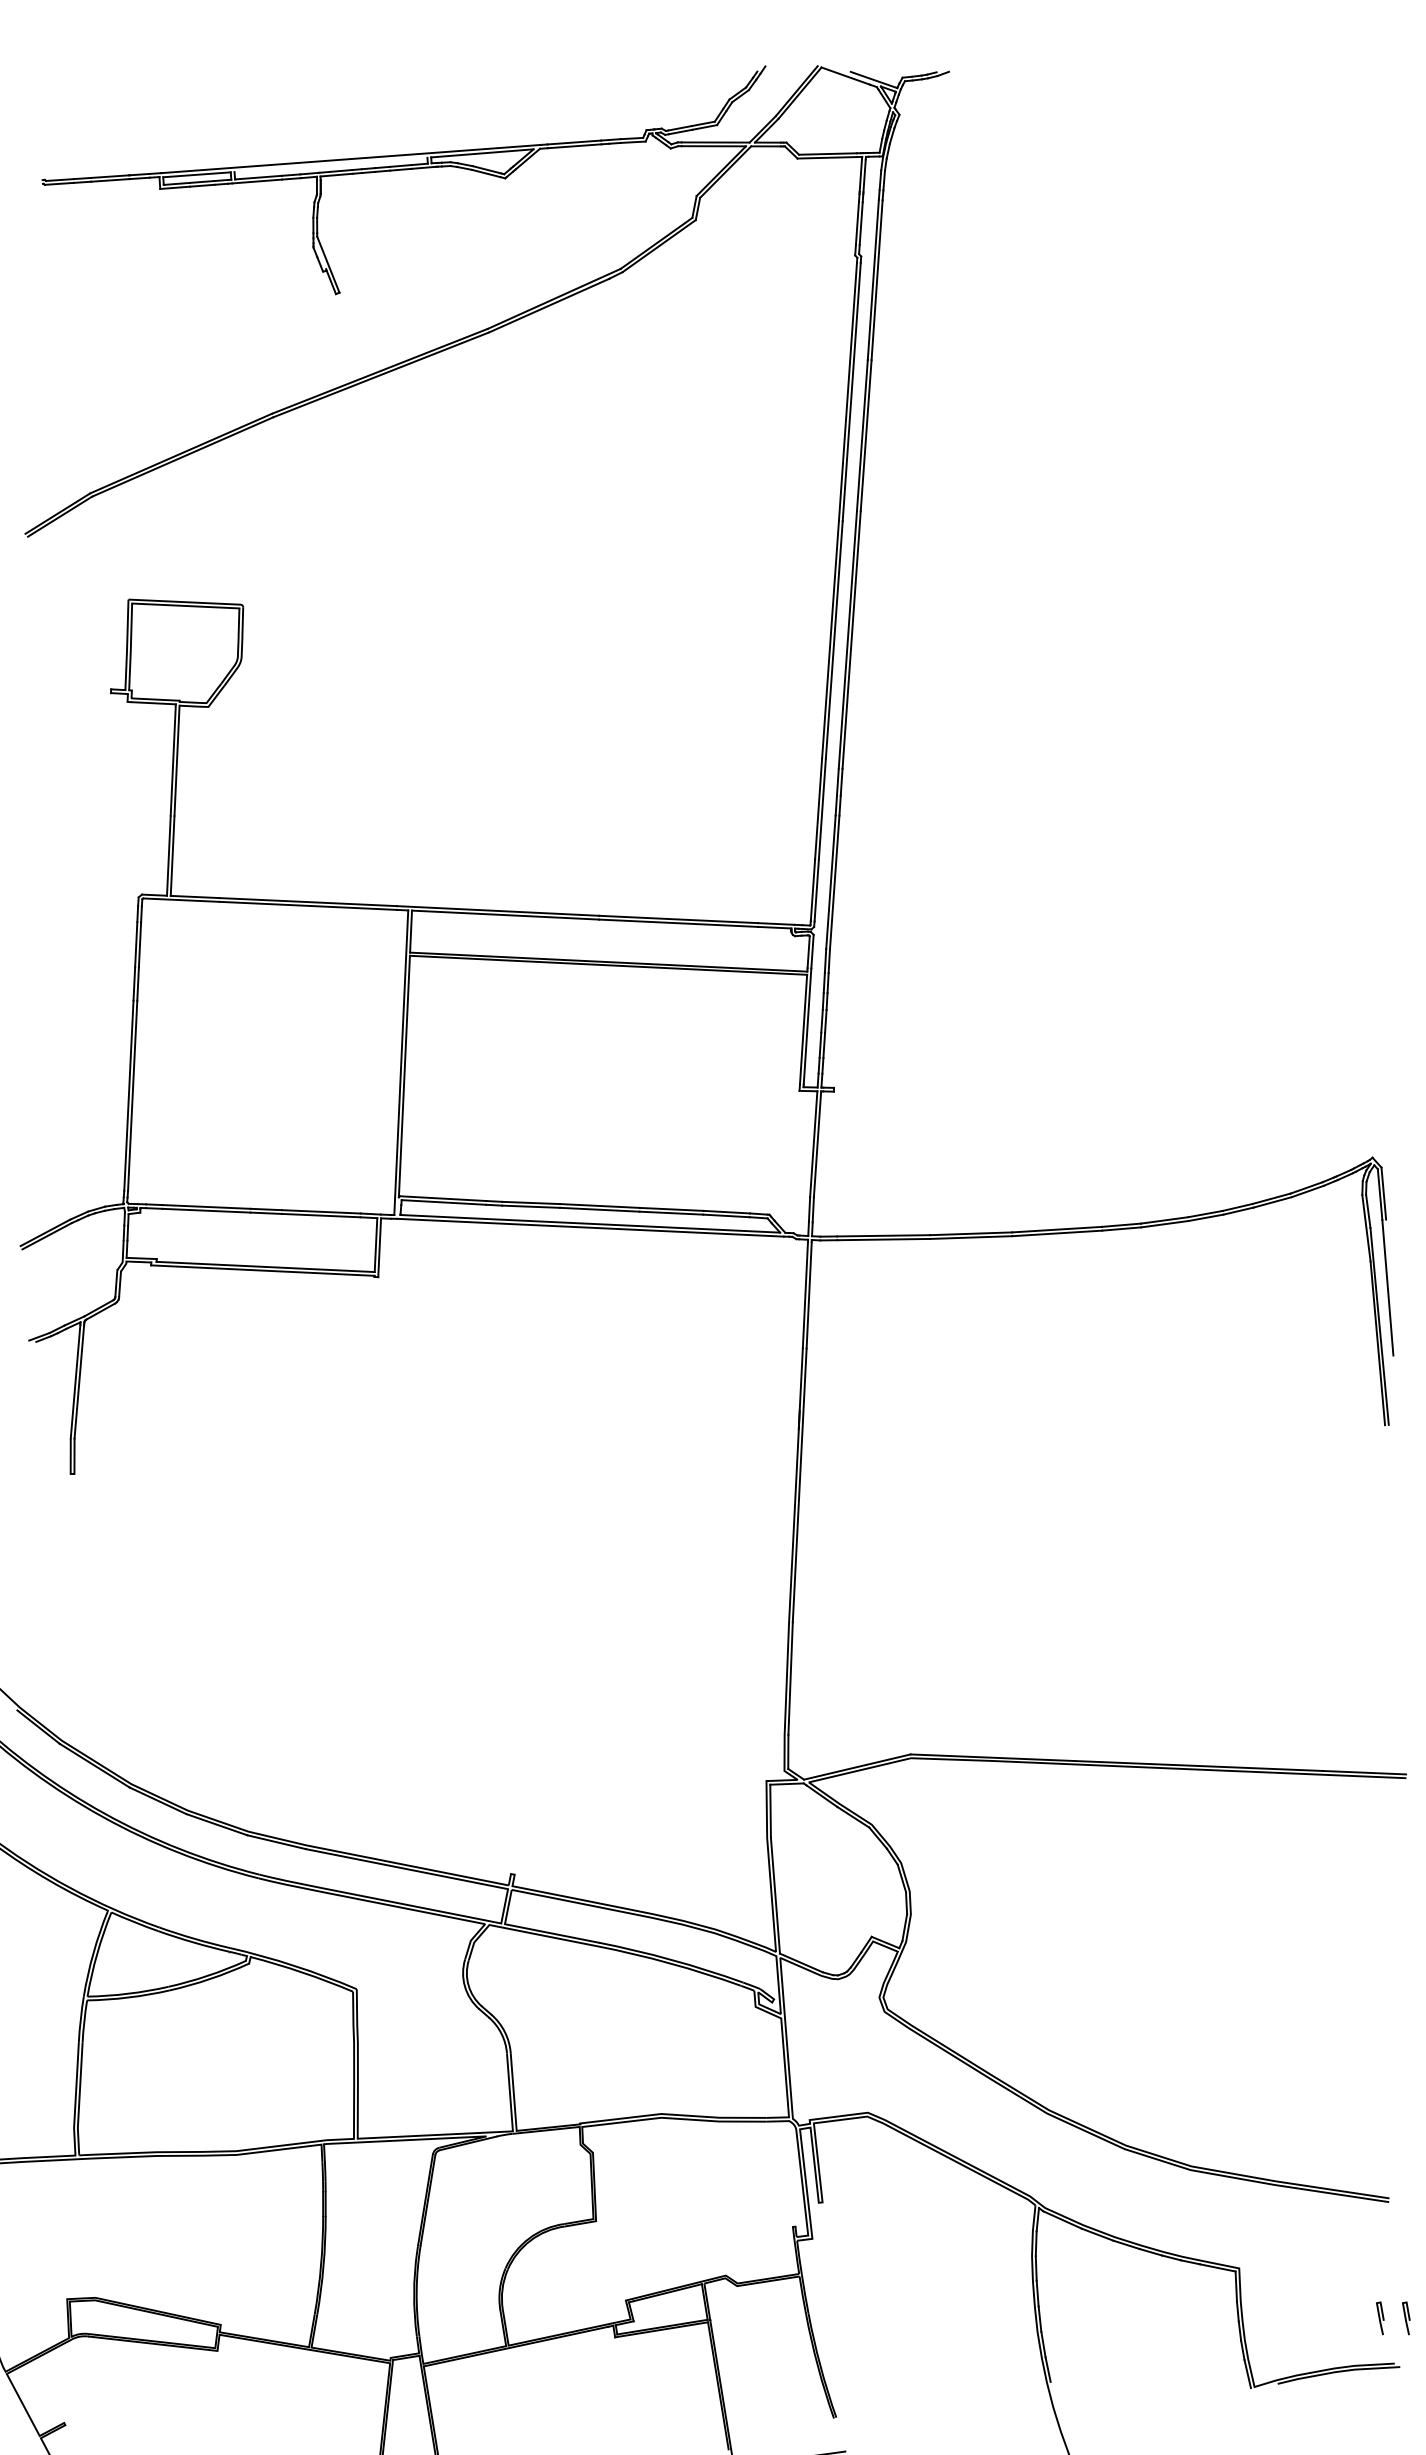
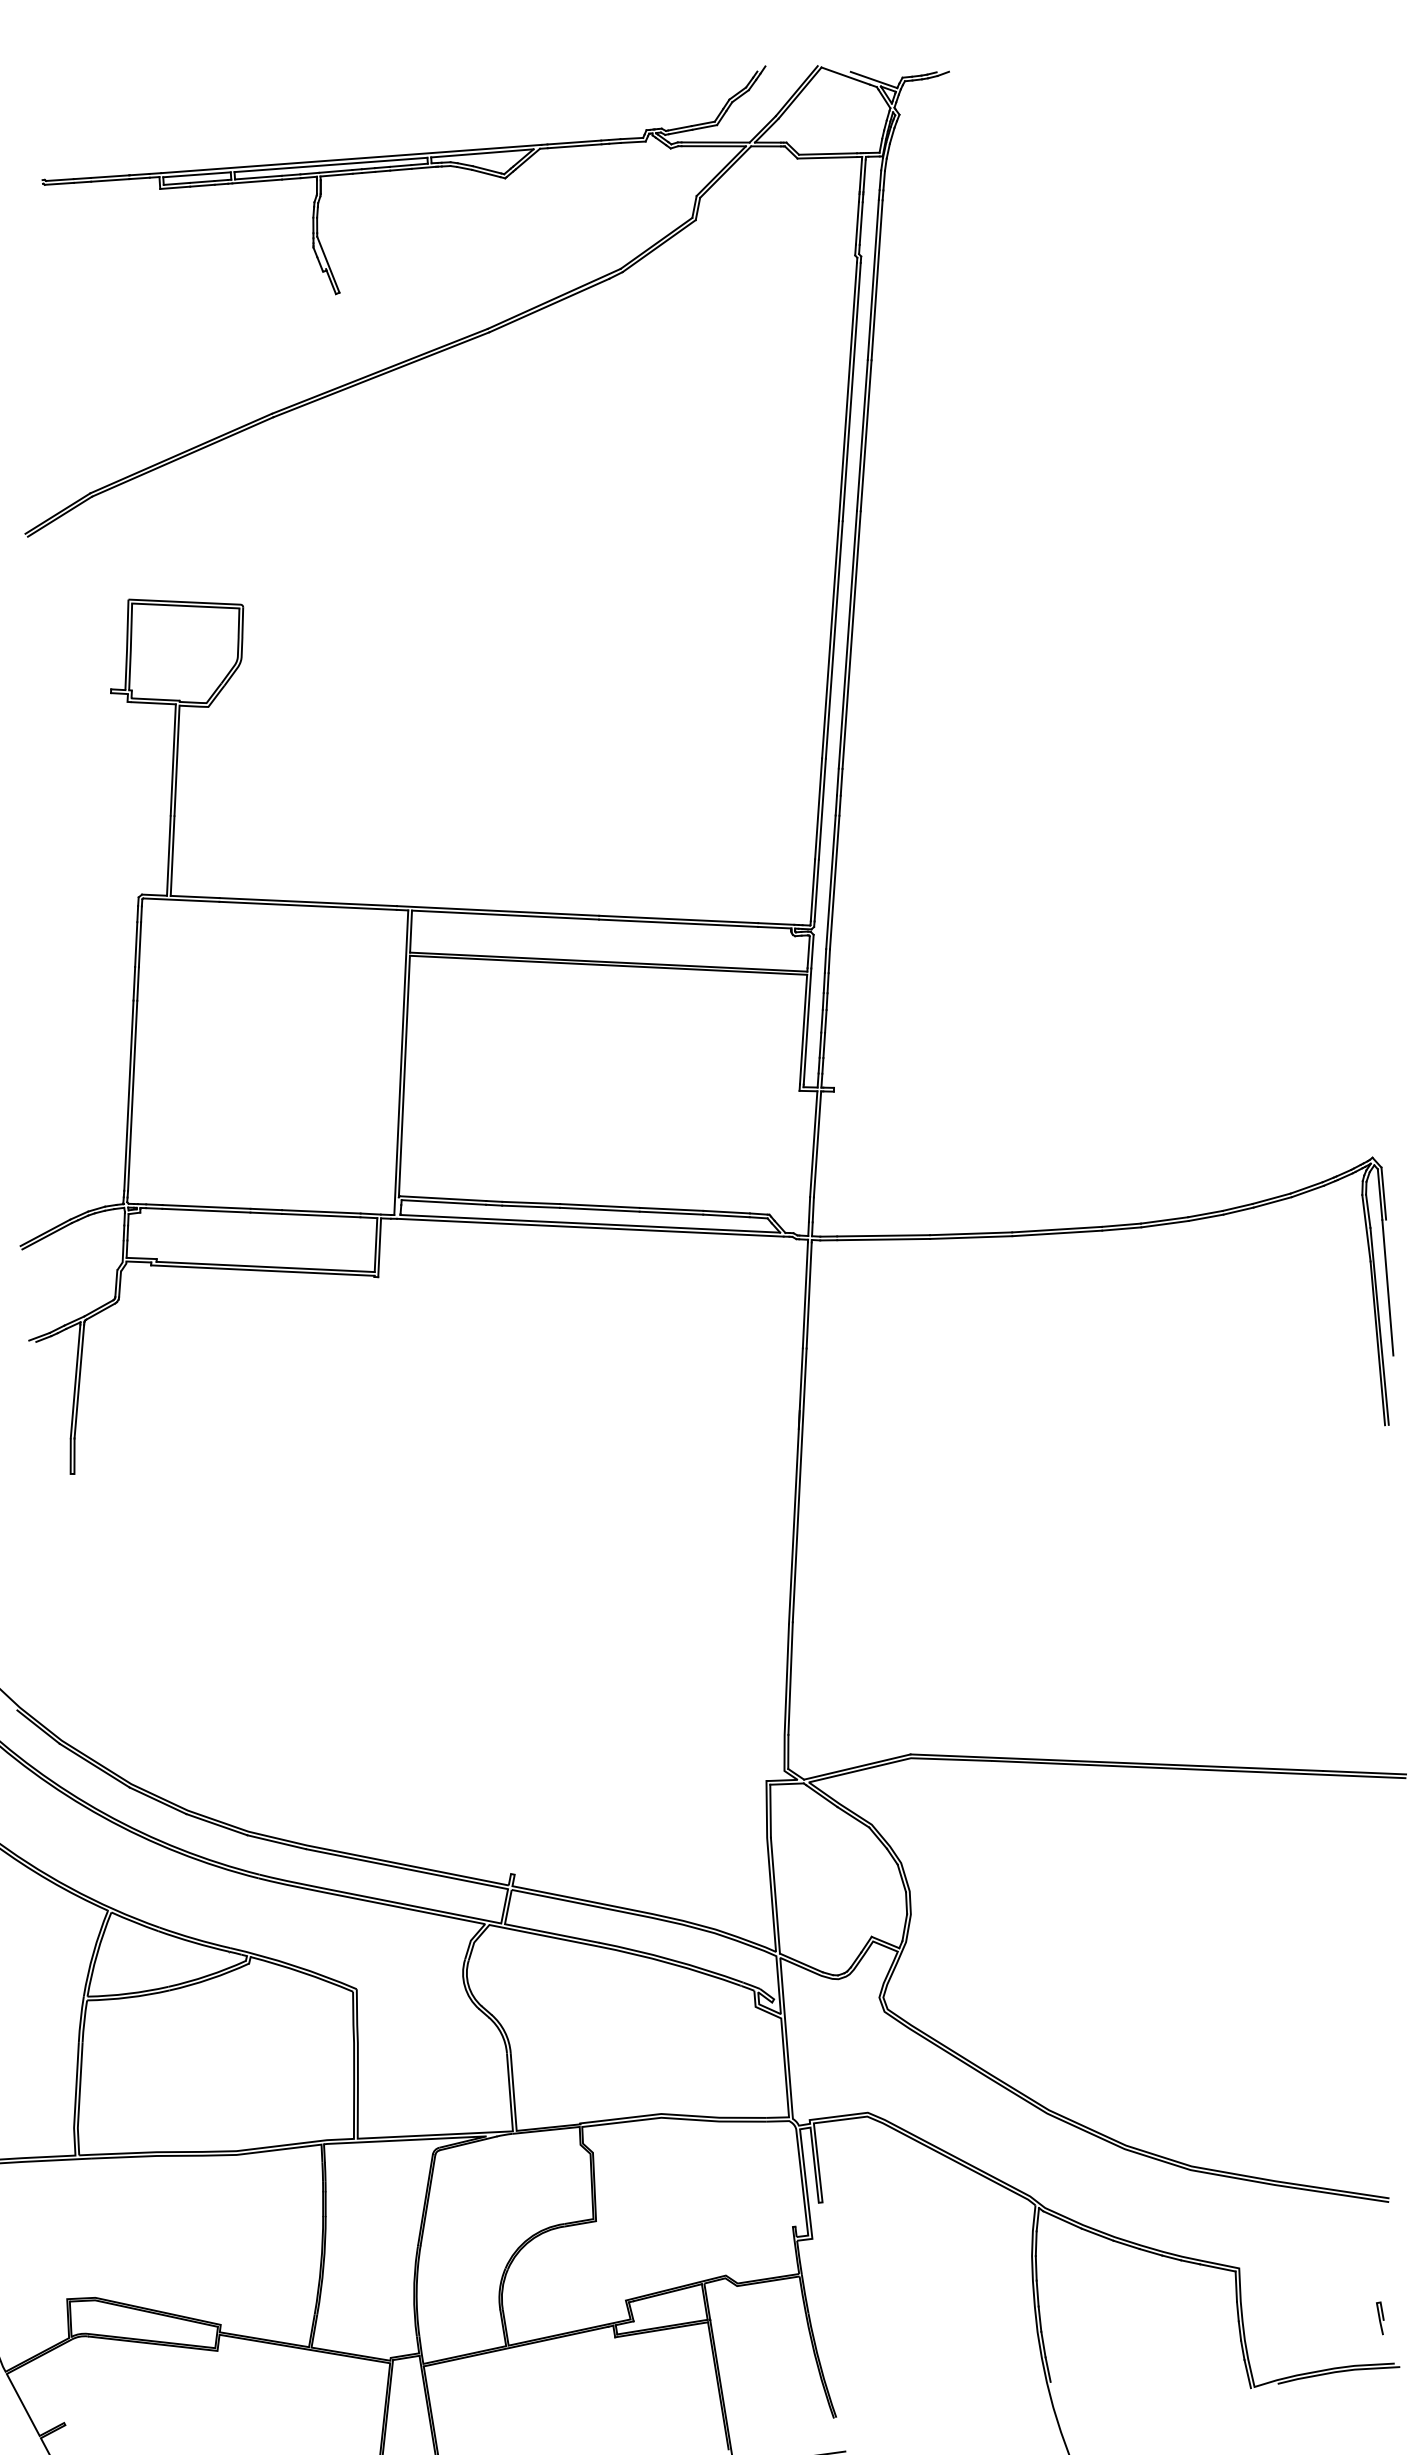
line at (330, 164): none -> present
line at (1406, 2318): present -> none
